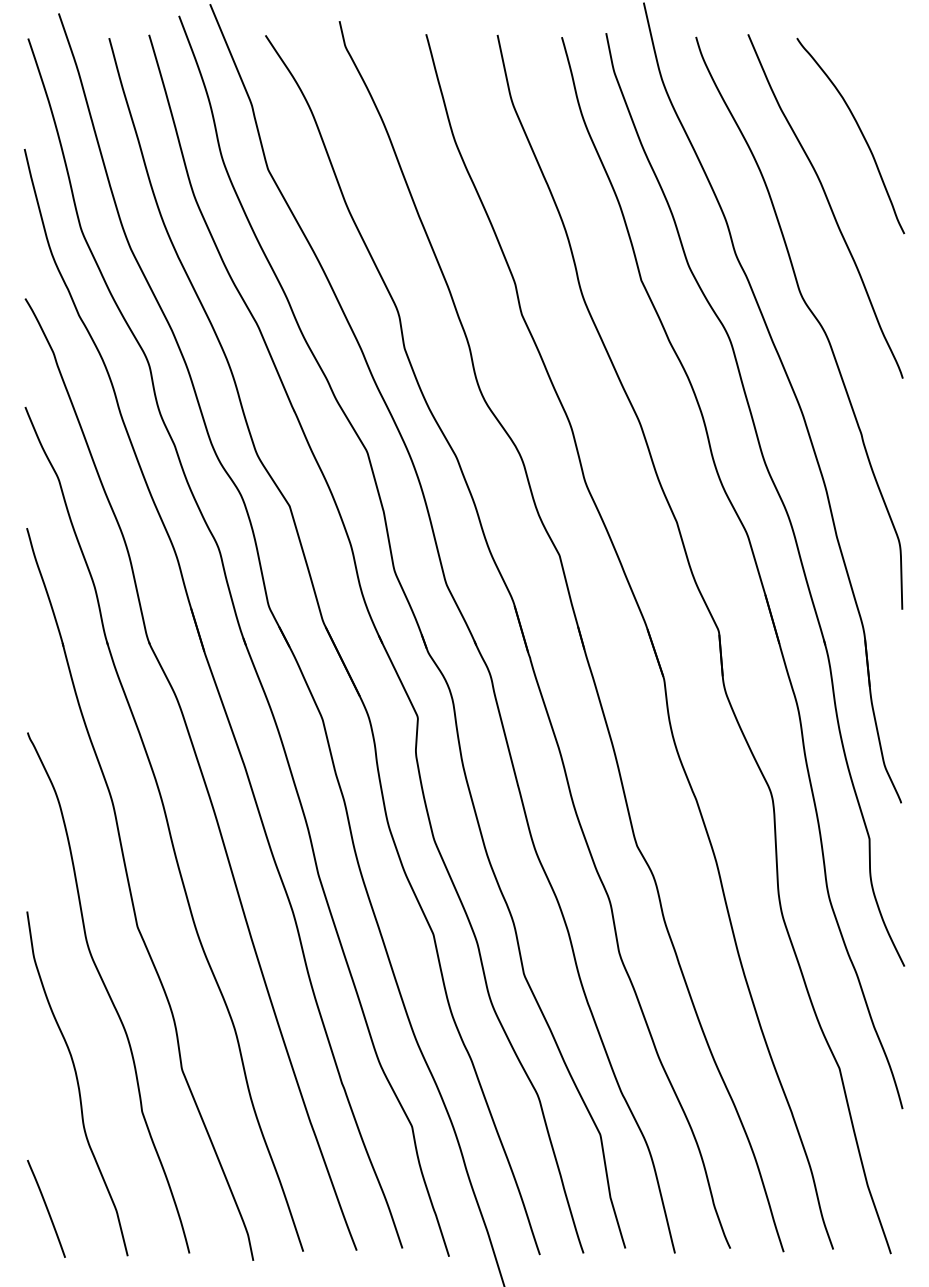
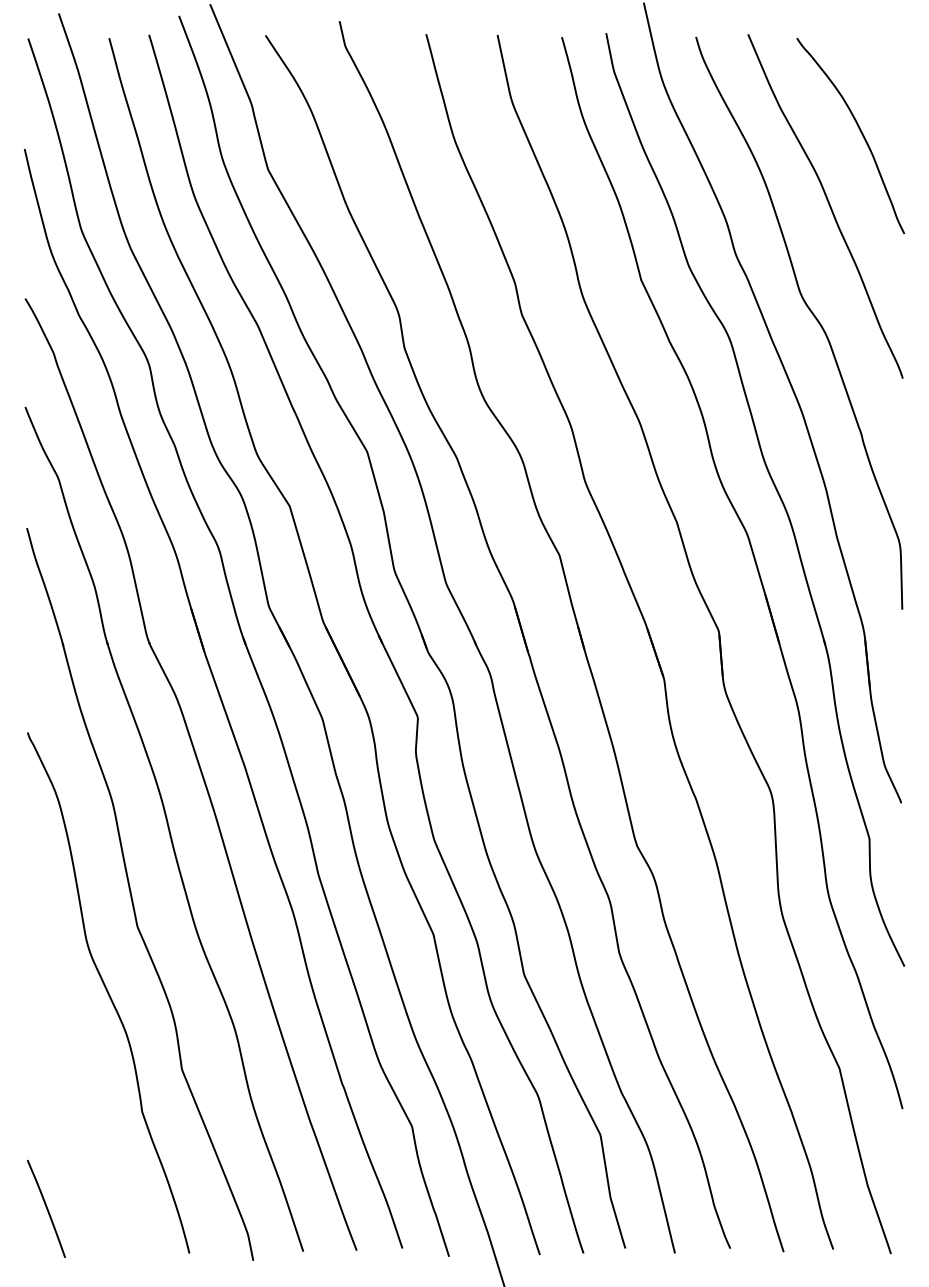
curve at (77, 1083): present -> none
